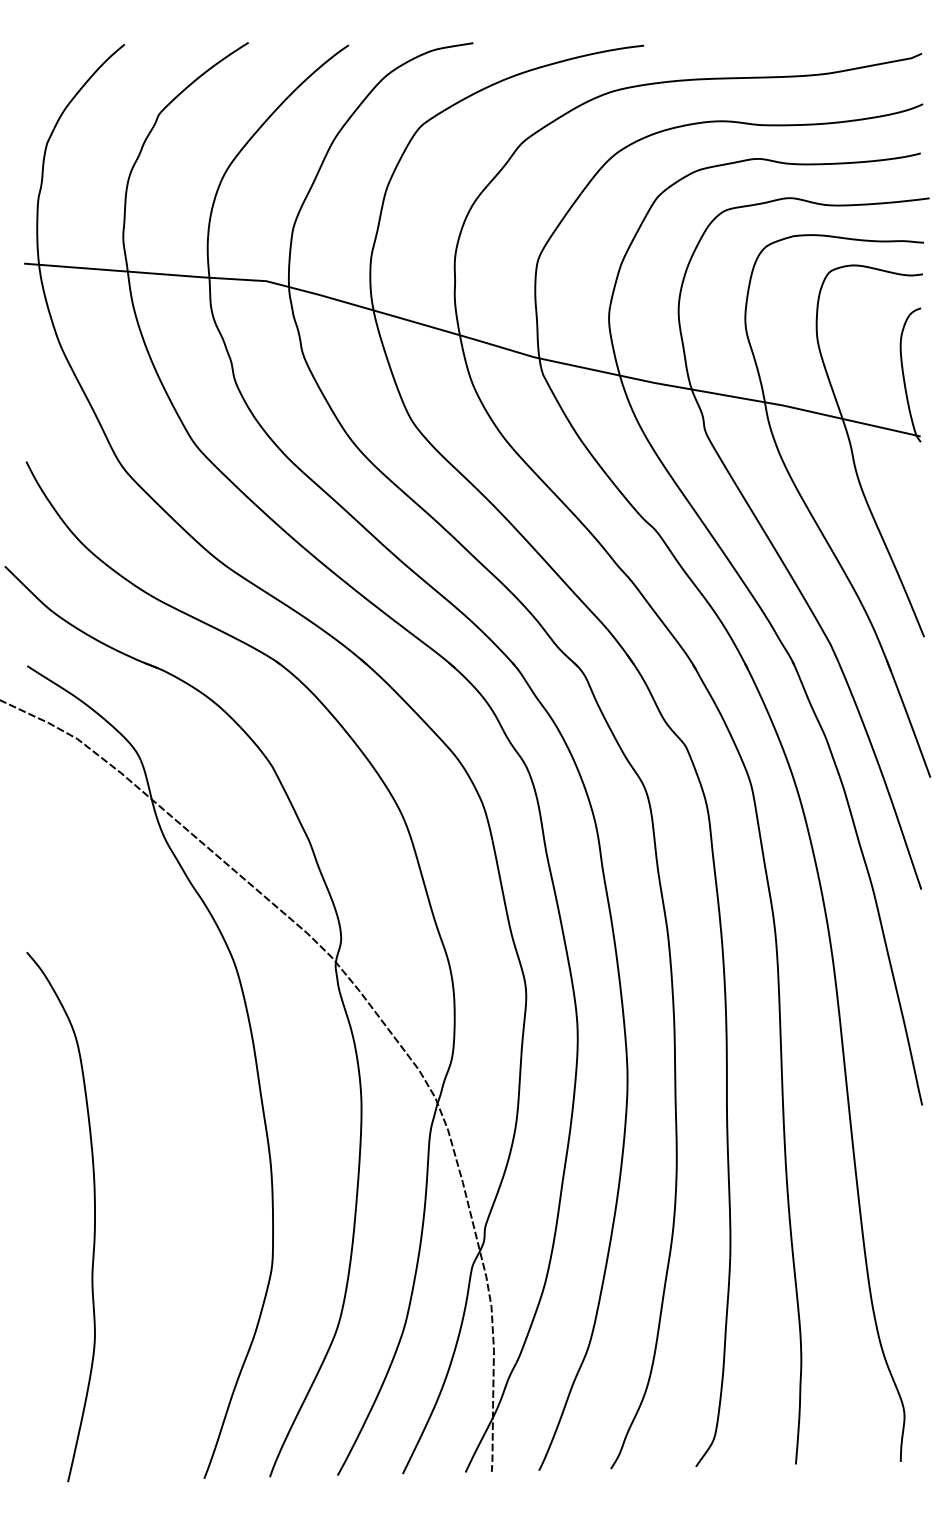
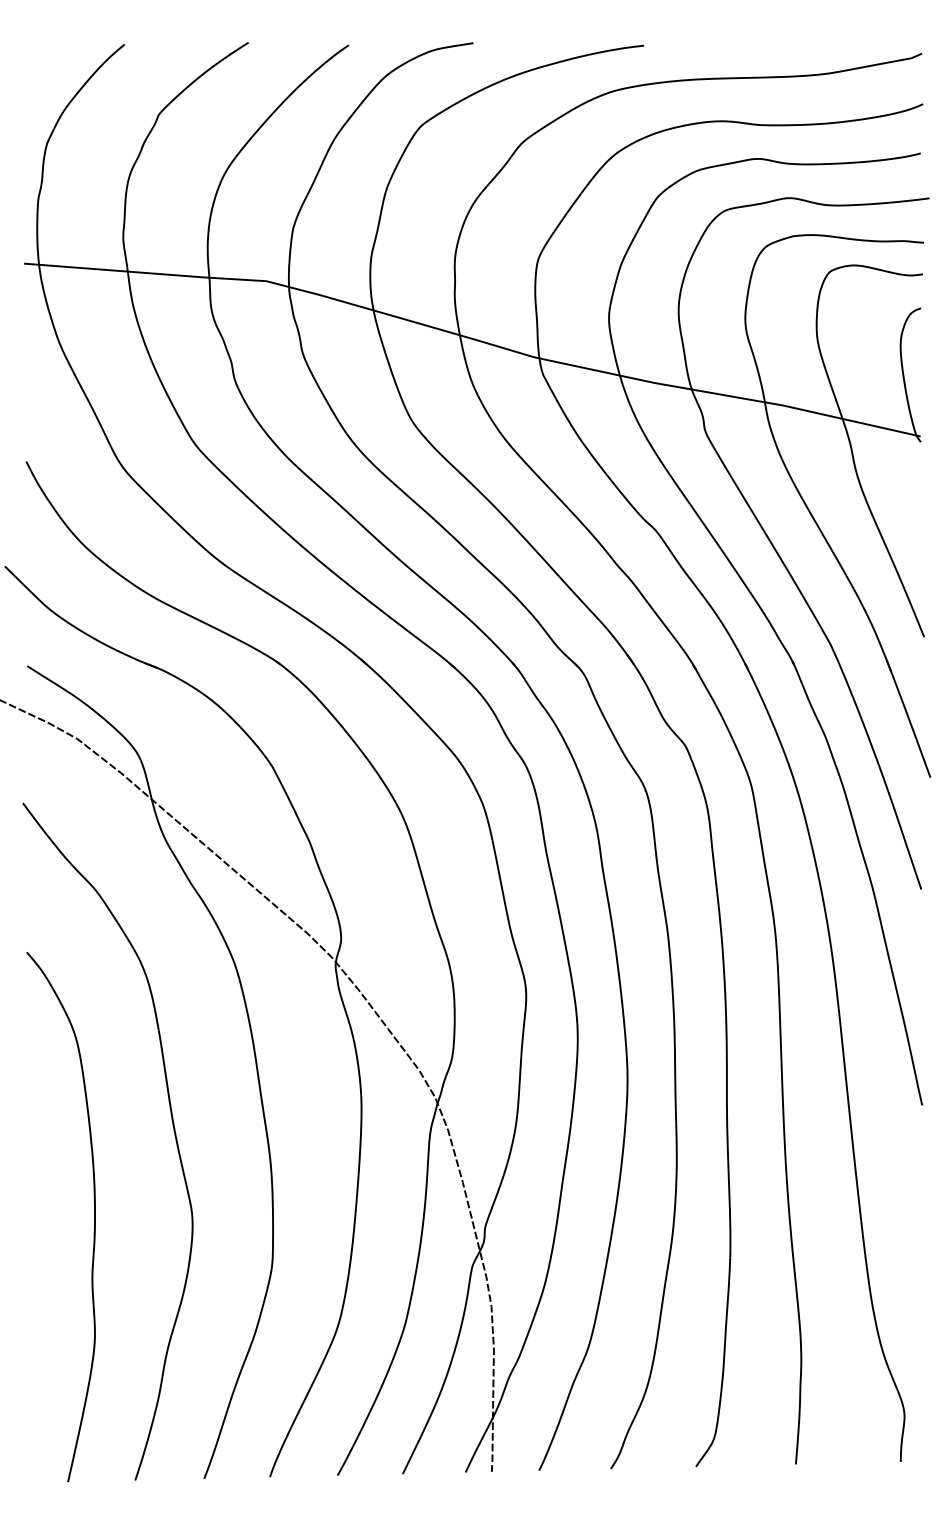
part at (173, 1131): none -> present
